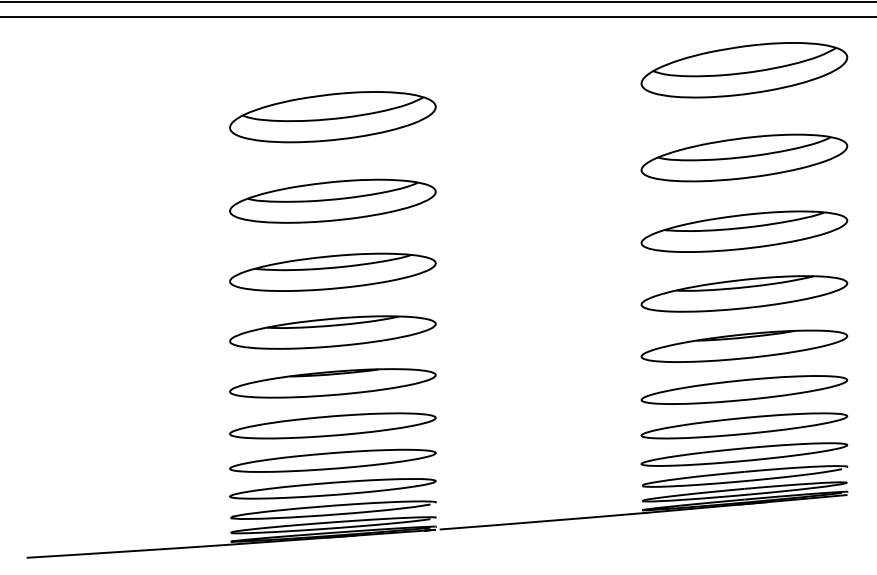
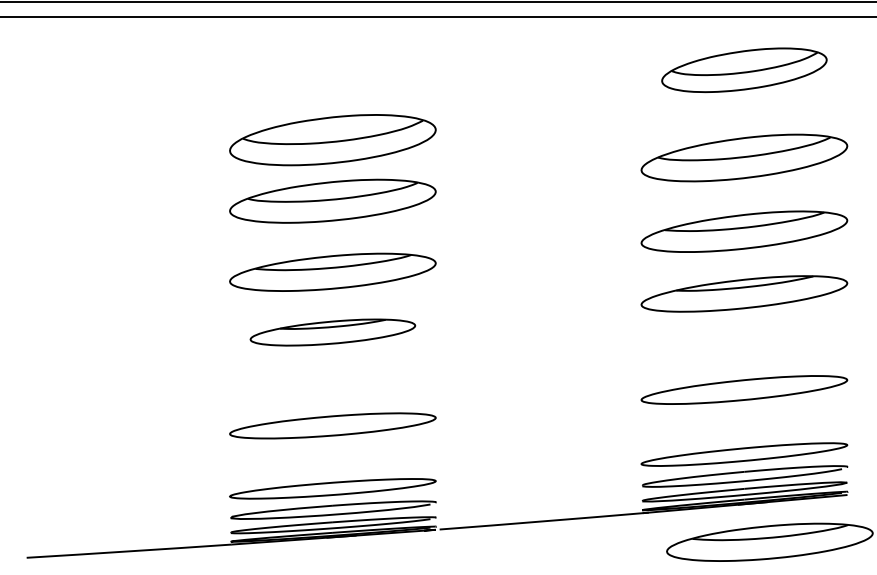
part at (744, 70) size: 209x57 px -> 167x46 px
part at (332, 117) position: (332, 117) -> (332, 140)
part at (332, 332) size: 208x35 px -> 168x29 px
part at (744, 345): present -> none
part at (332, 383): present -> none
part at (744, 425): present -> none
part at (332, 460): present -> none
part at (769, 541): none -> present
